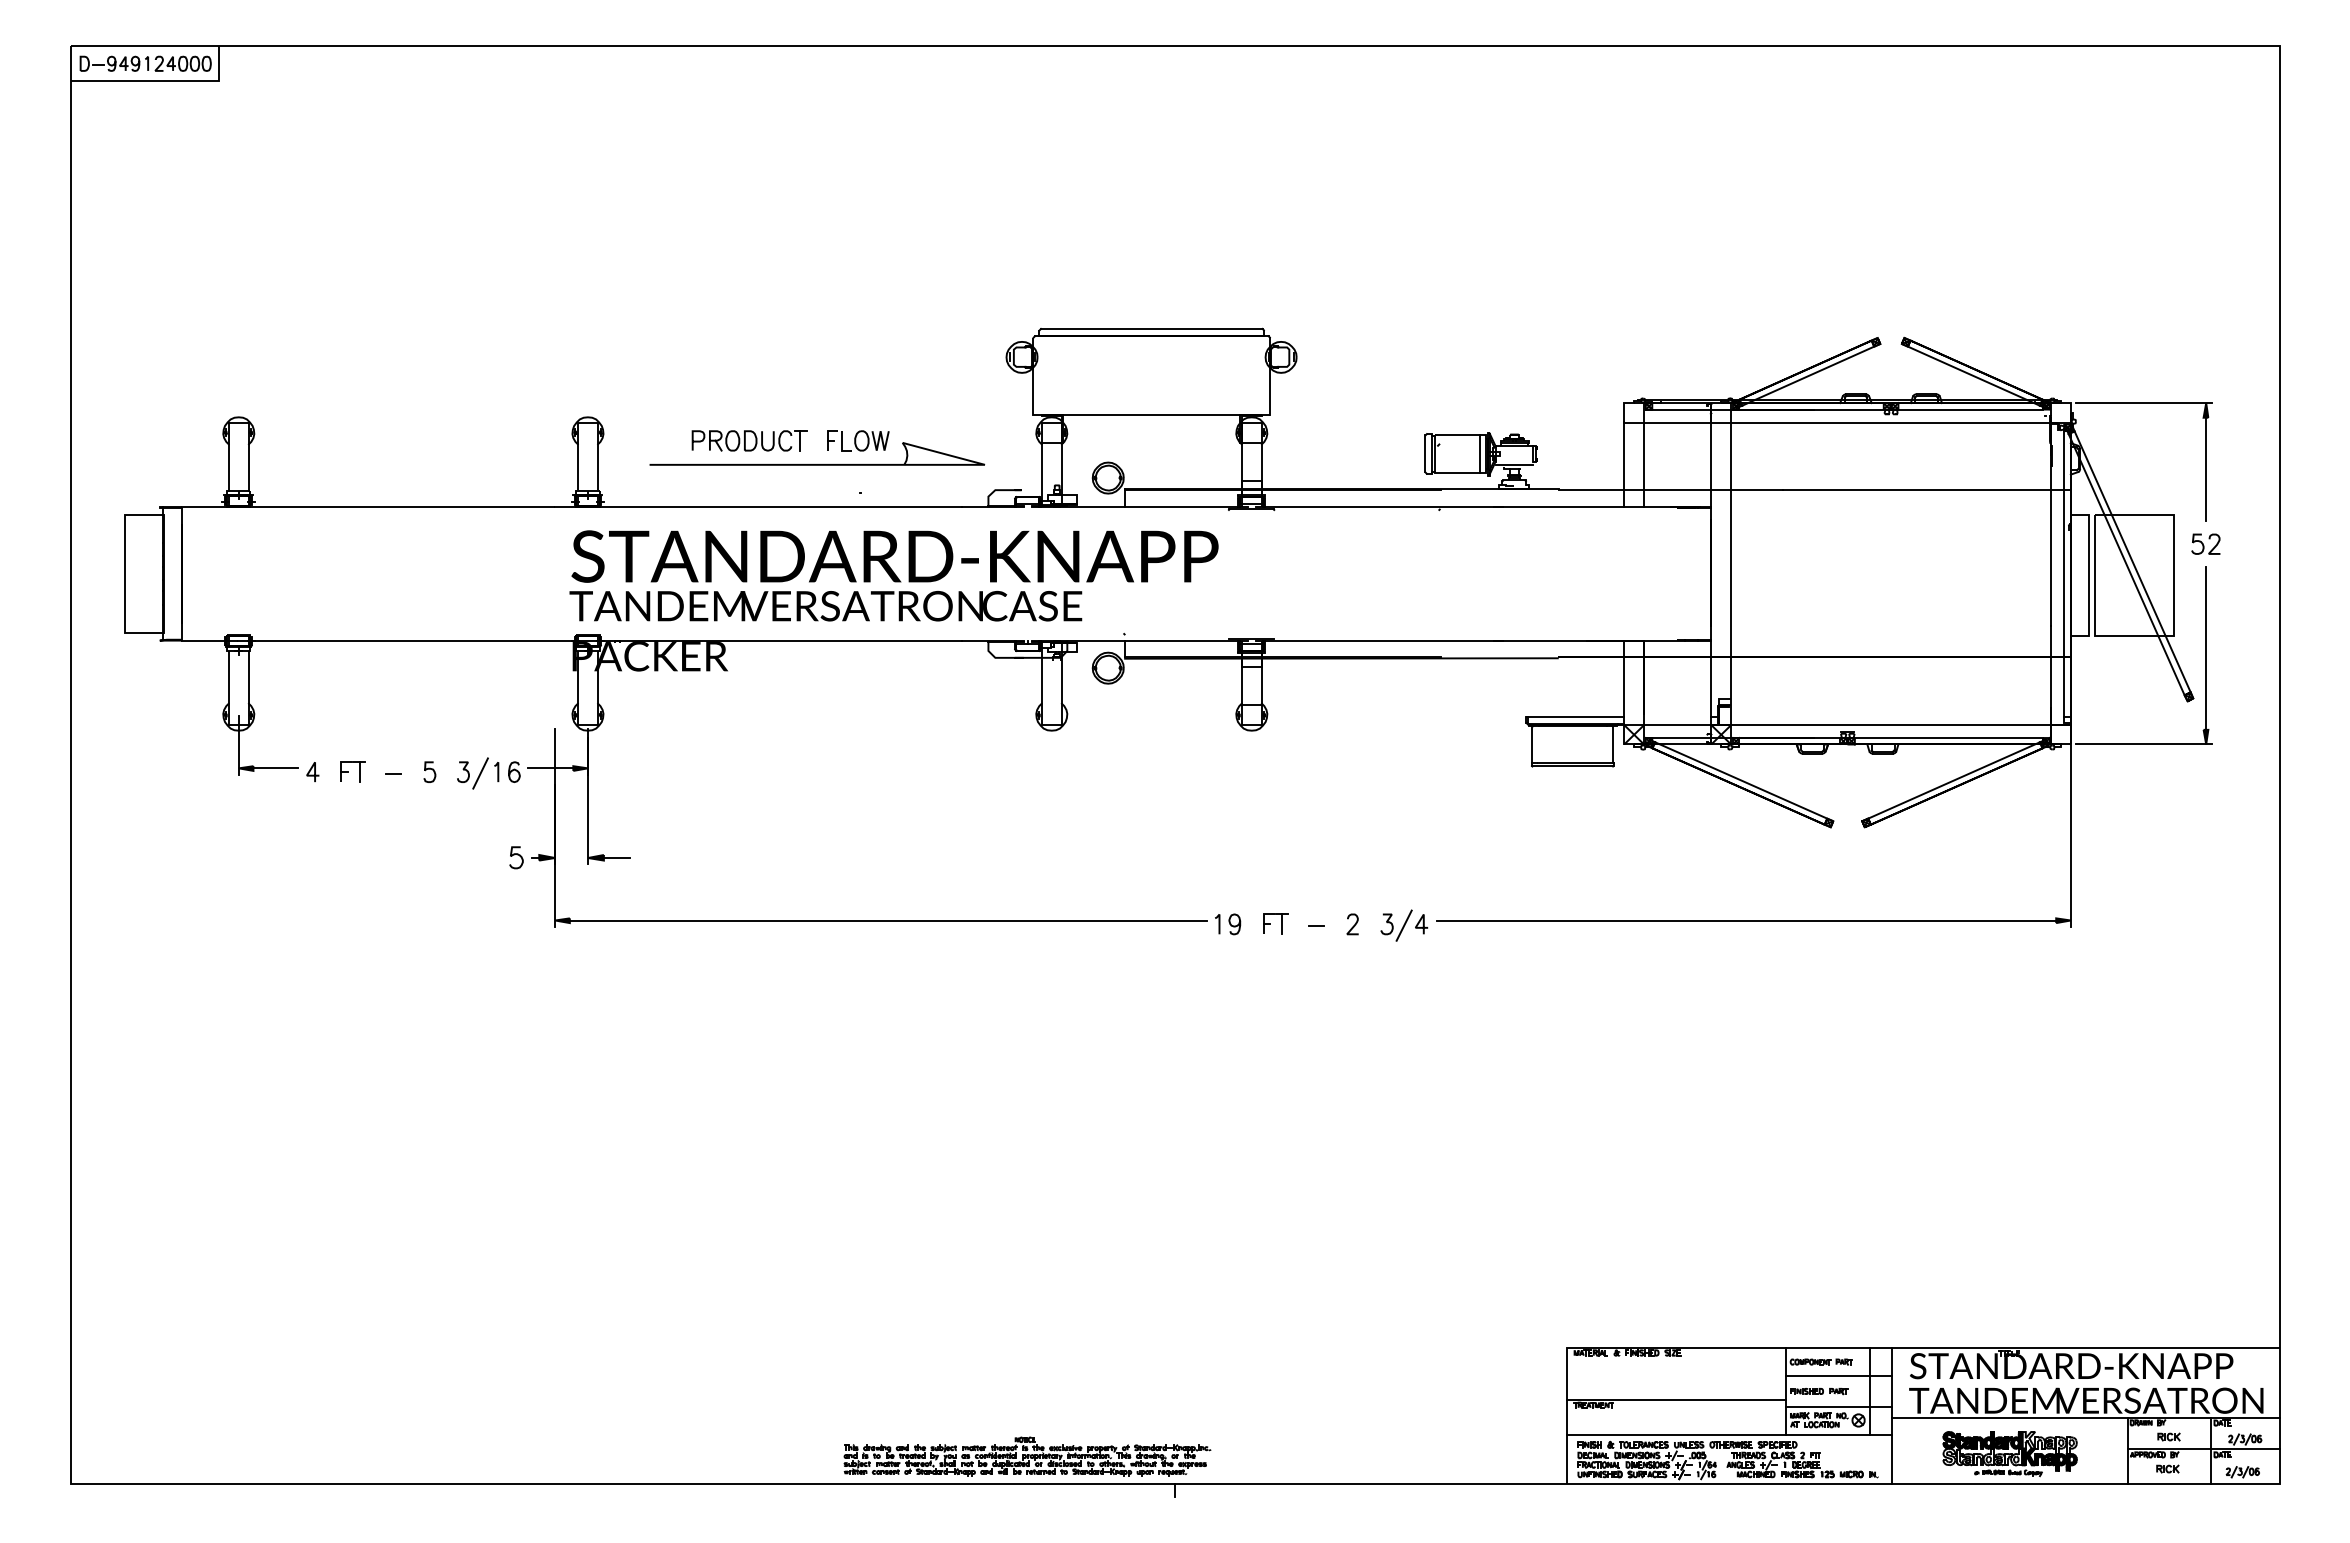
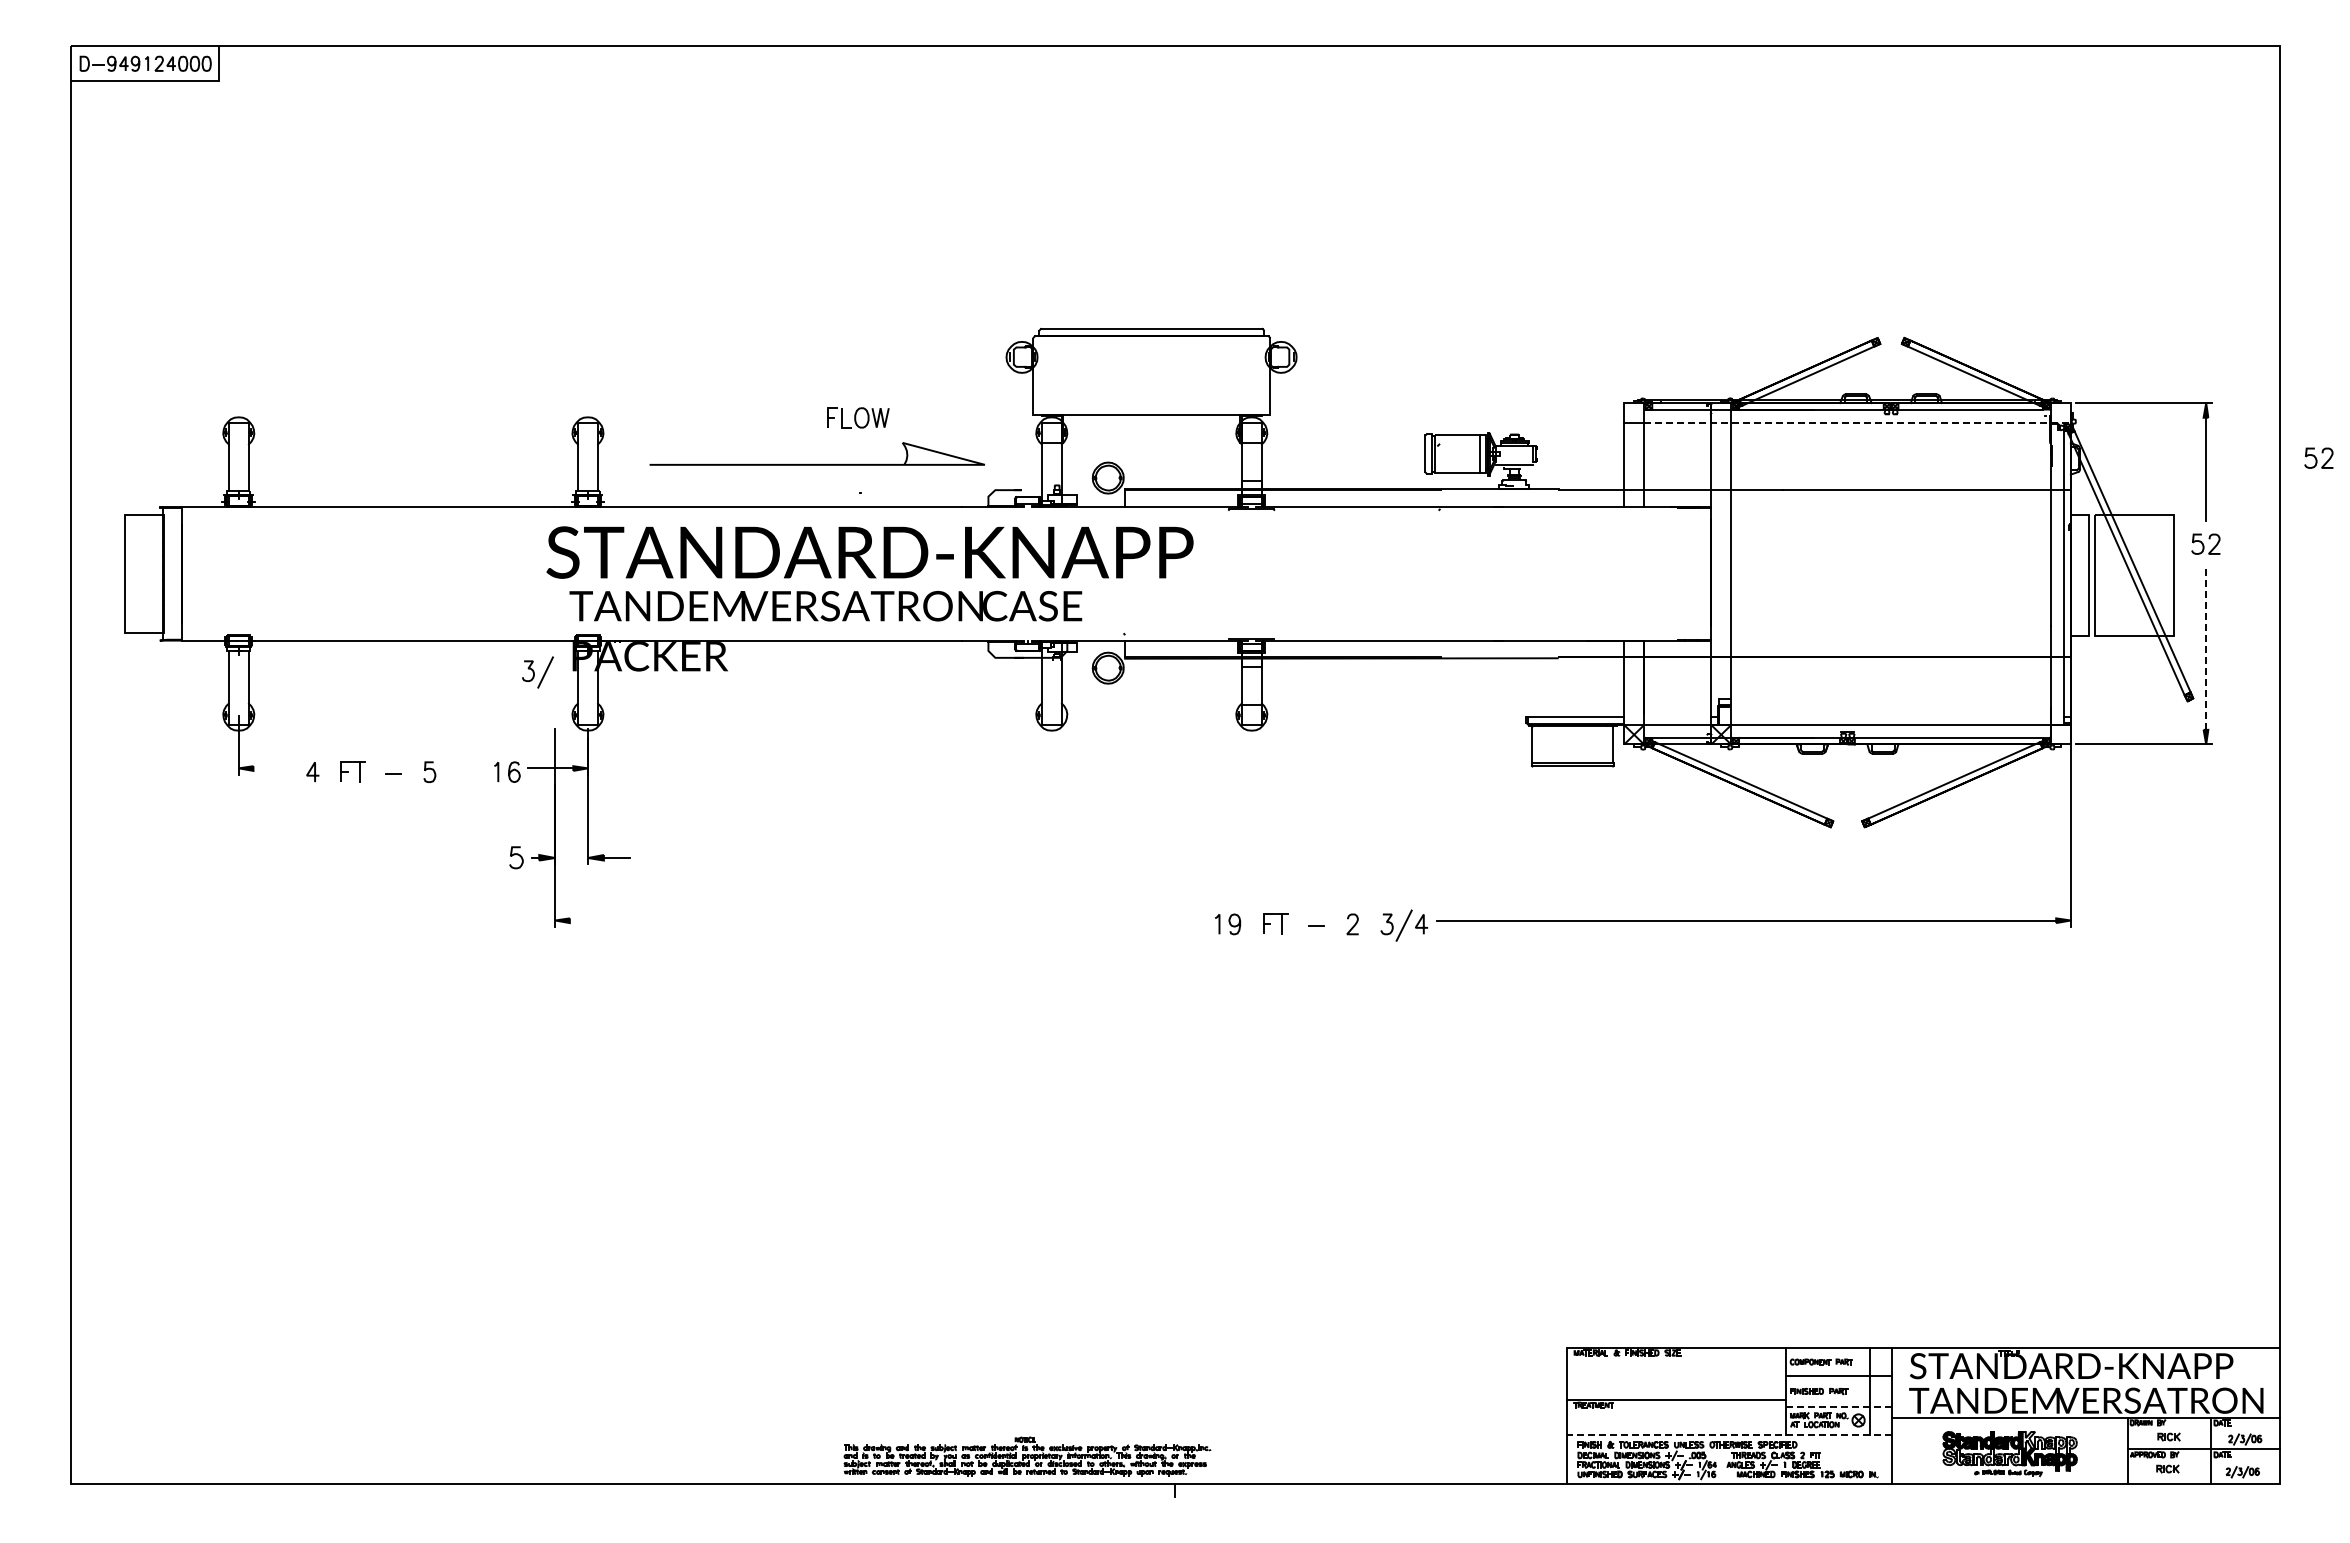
line at (1857, 422): solid -> dashed
part at (749, 440): present -> none
part at (858, 440) position: (858, 440) -> (858, 417)
part at (2318, 457): none -> present
text at (894, 556) position: (894, 556) -> (869, 552)
line at (2206, 648): solid -> dashed
line at (275, 768): present -> none
part at (472, 773) position: (472, 773) -> (537, 672)
line at (887, 920): present -> none
line at (1838, 1406): solid -> dashed
line at (1728, 1435): solid -> dashed
